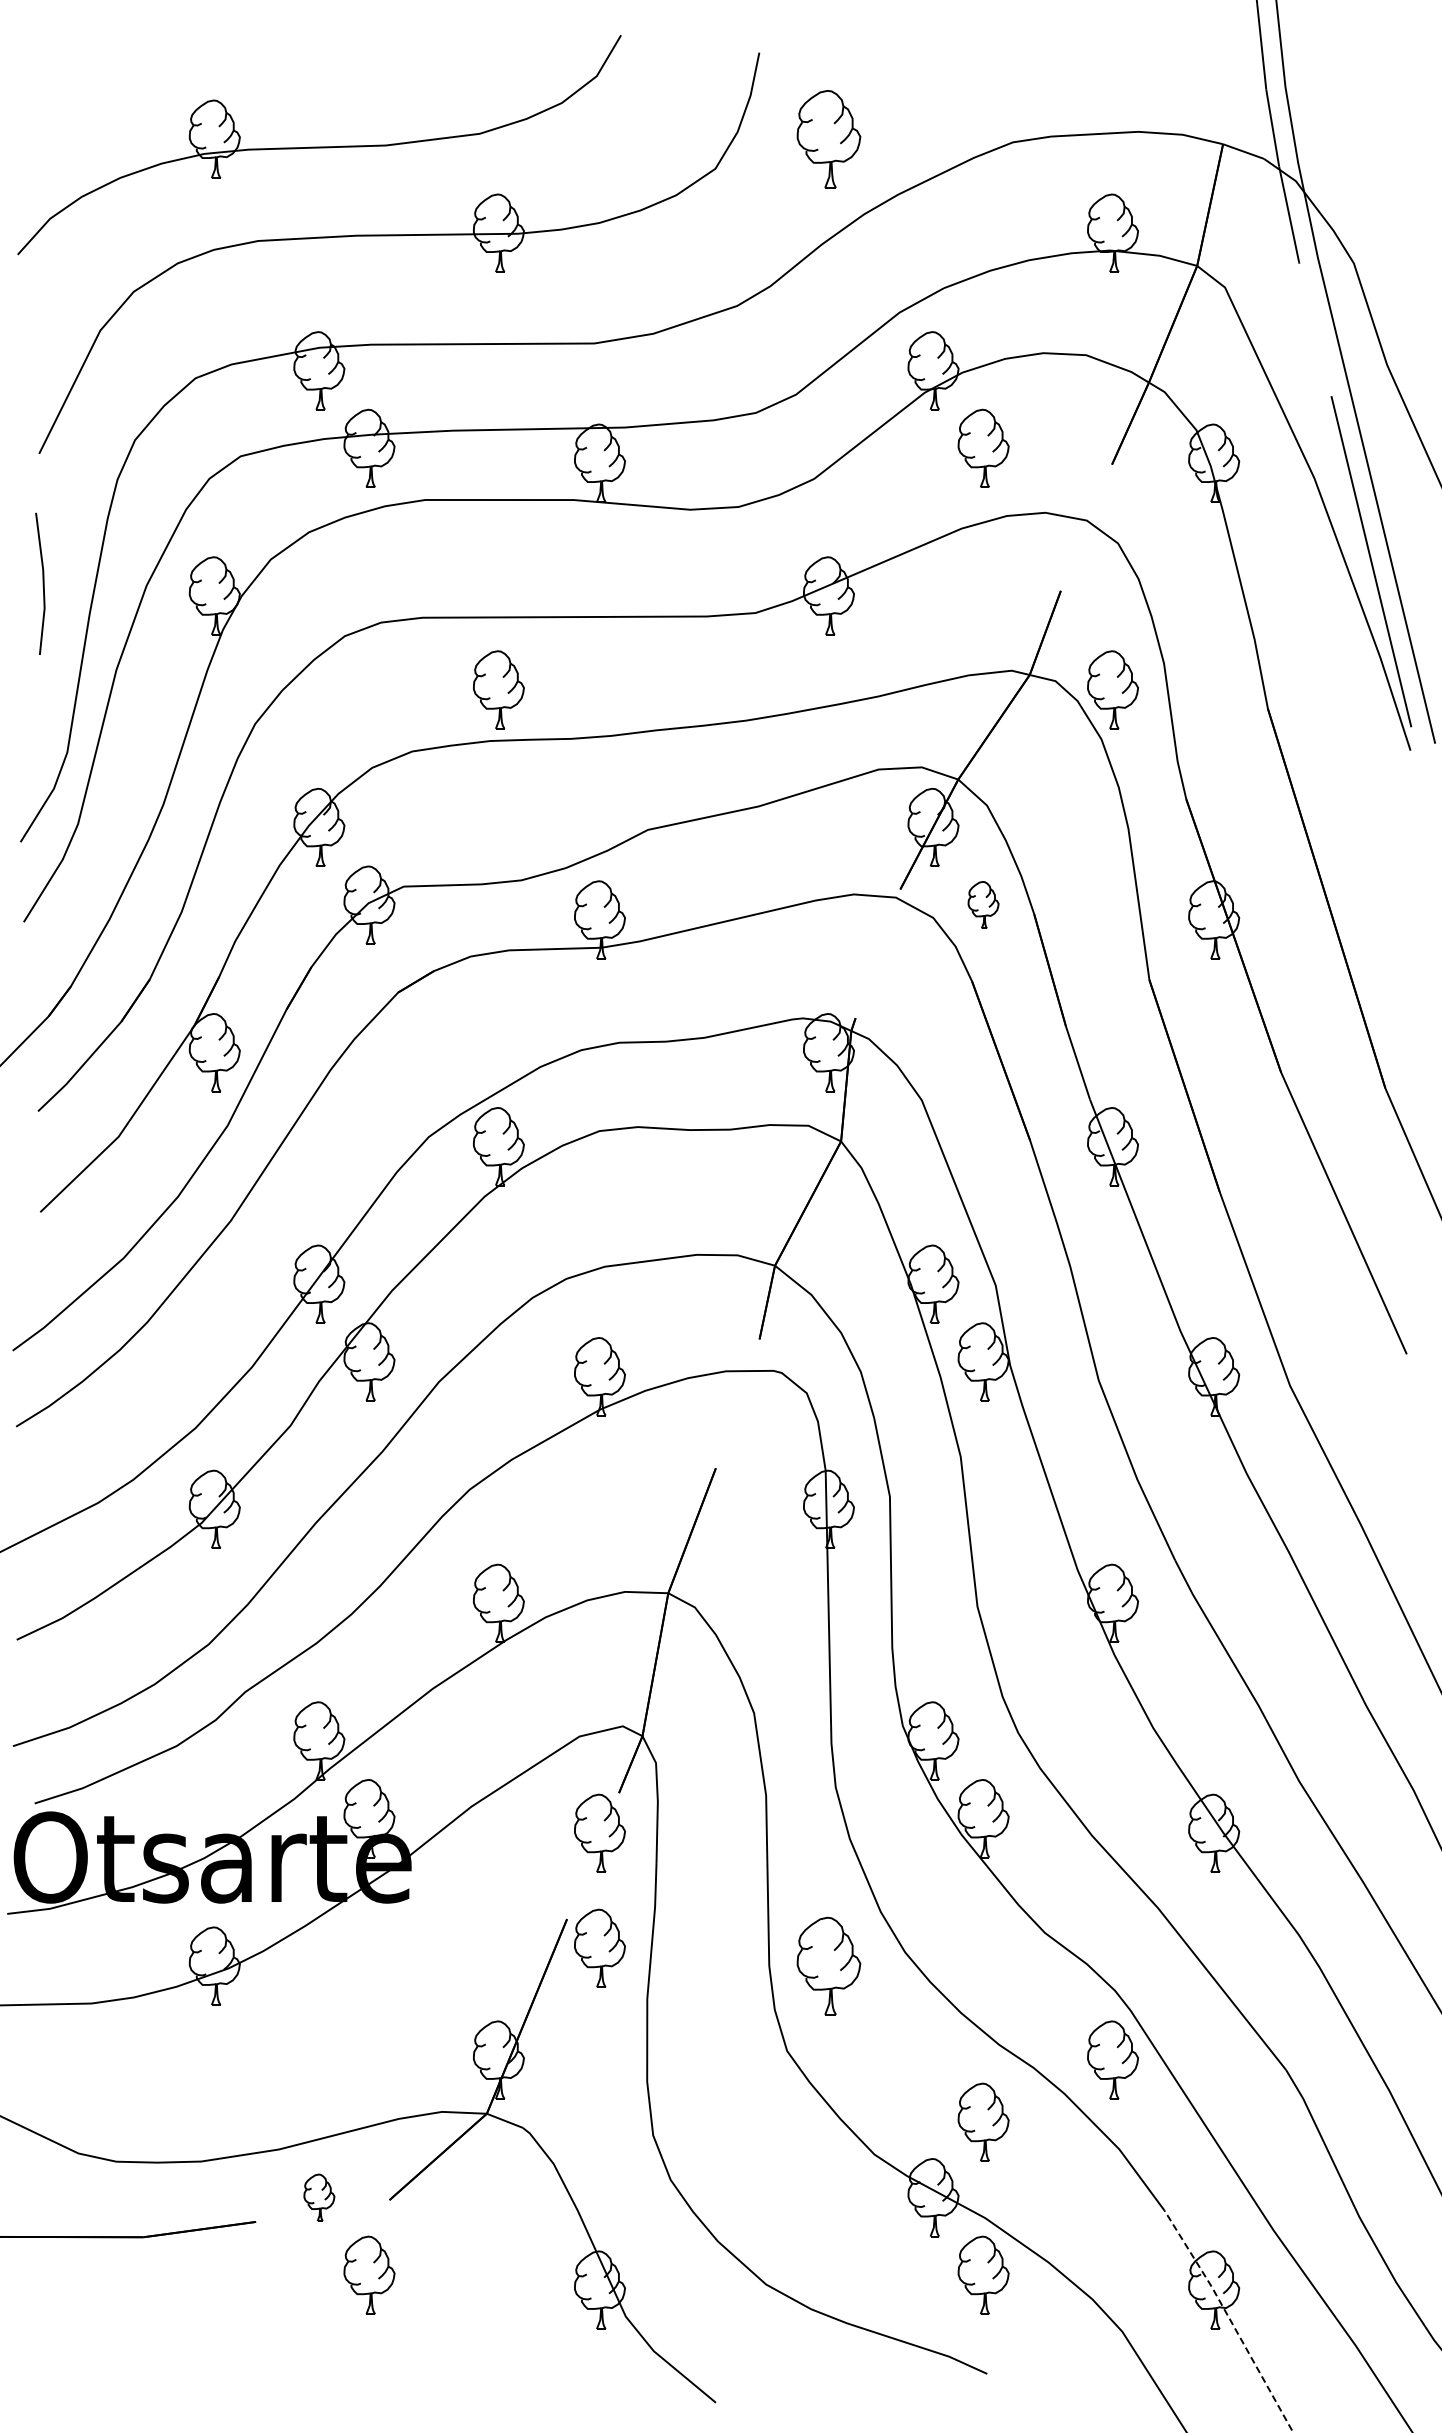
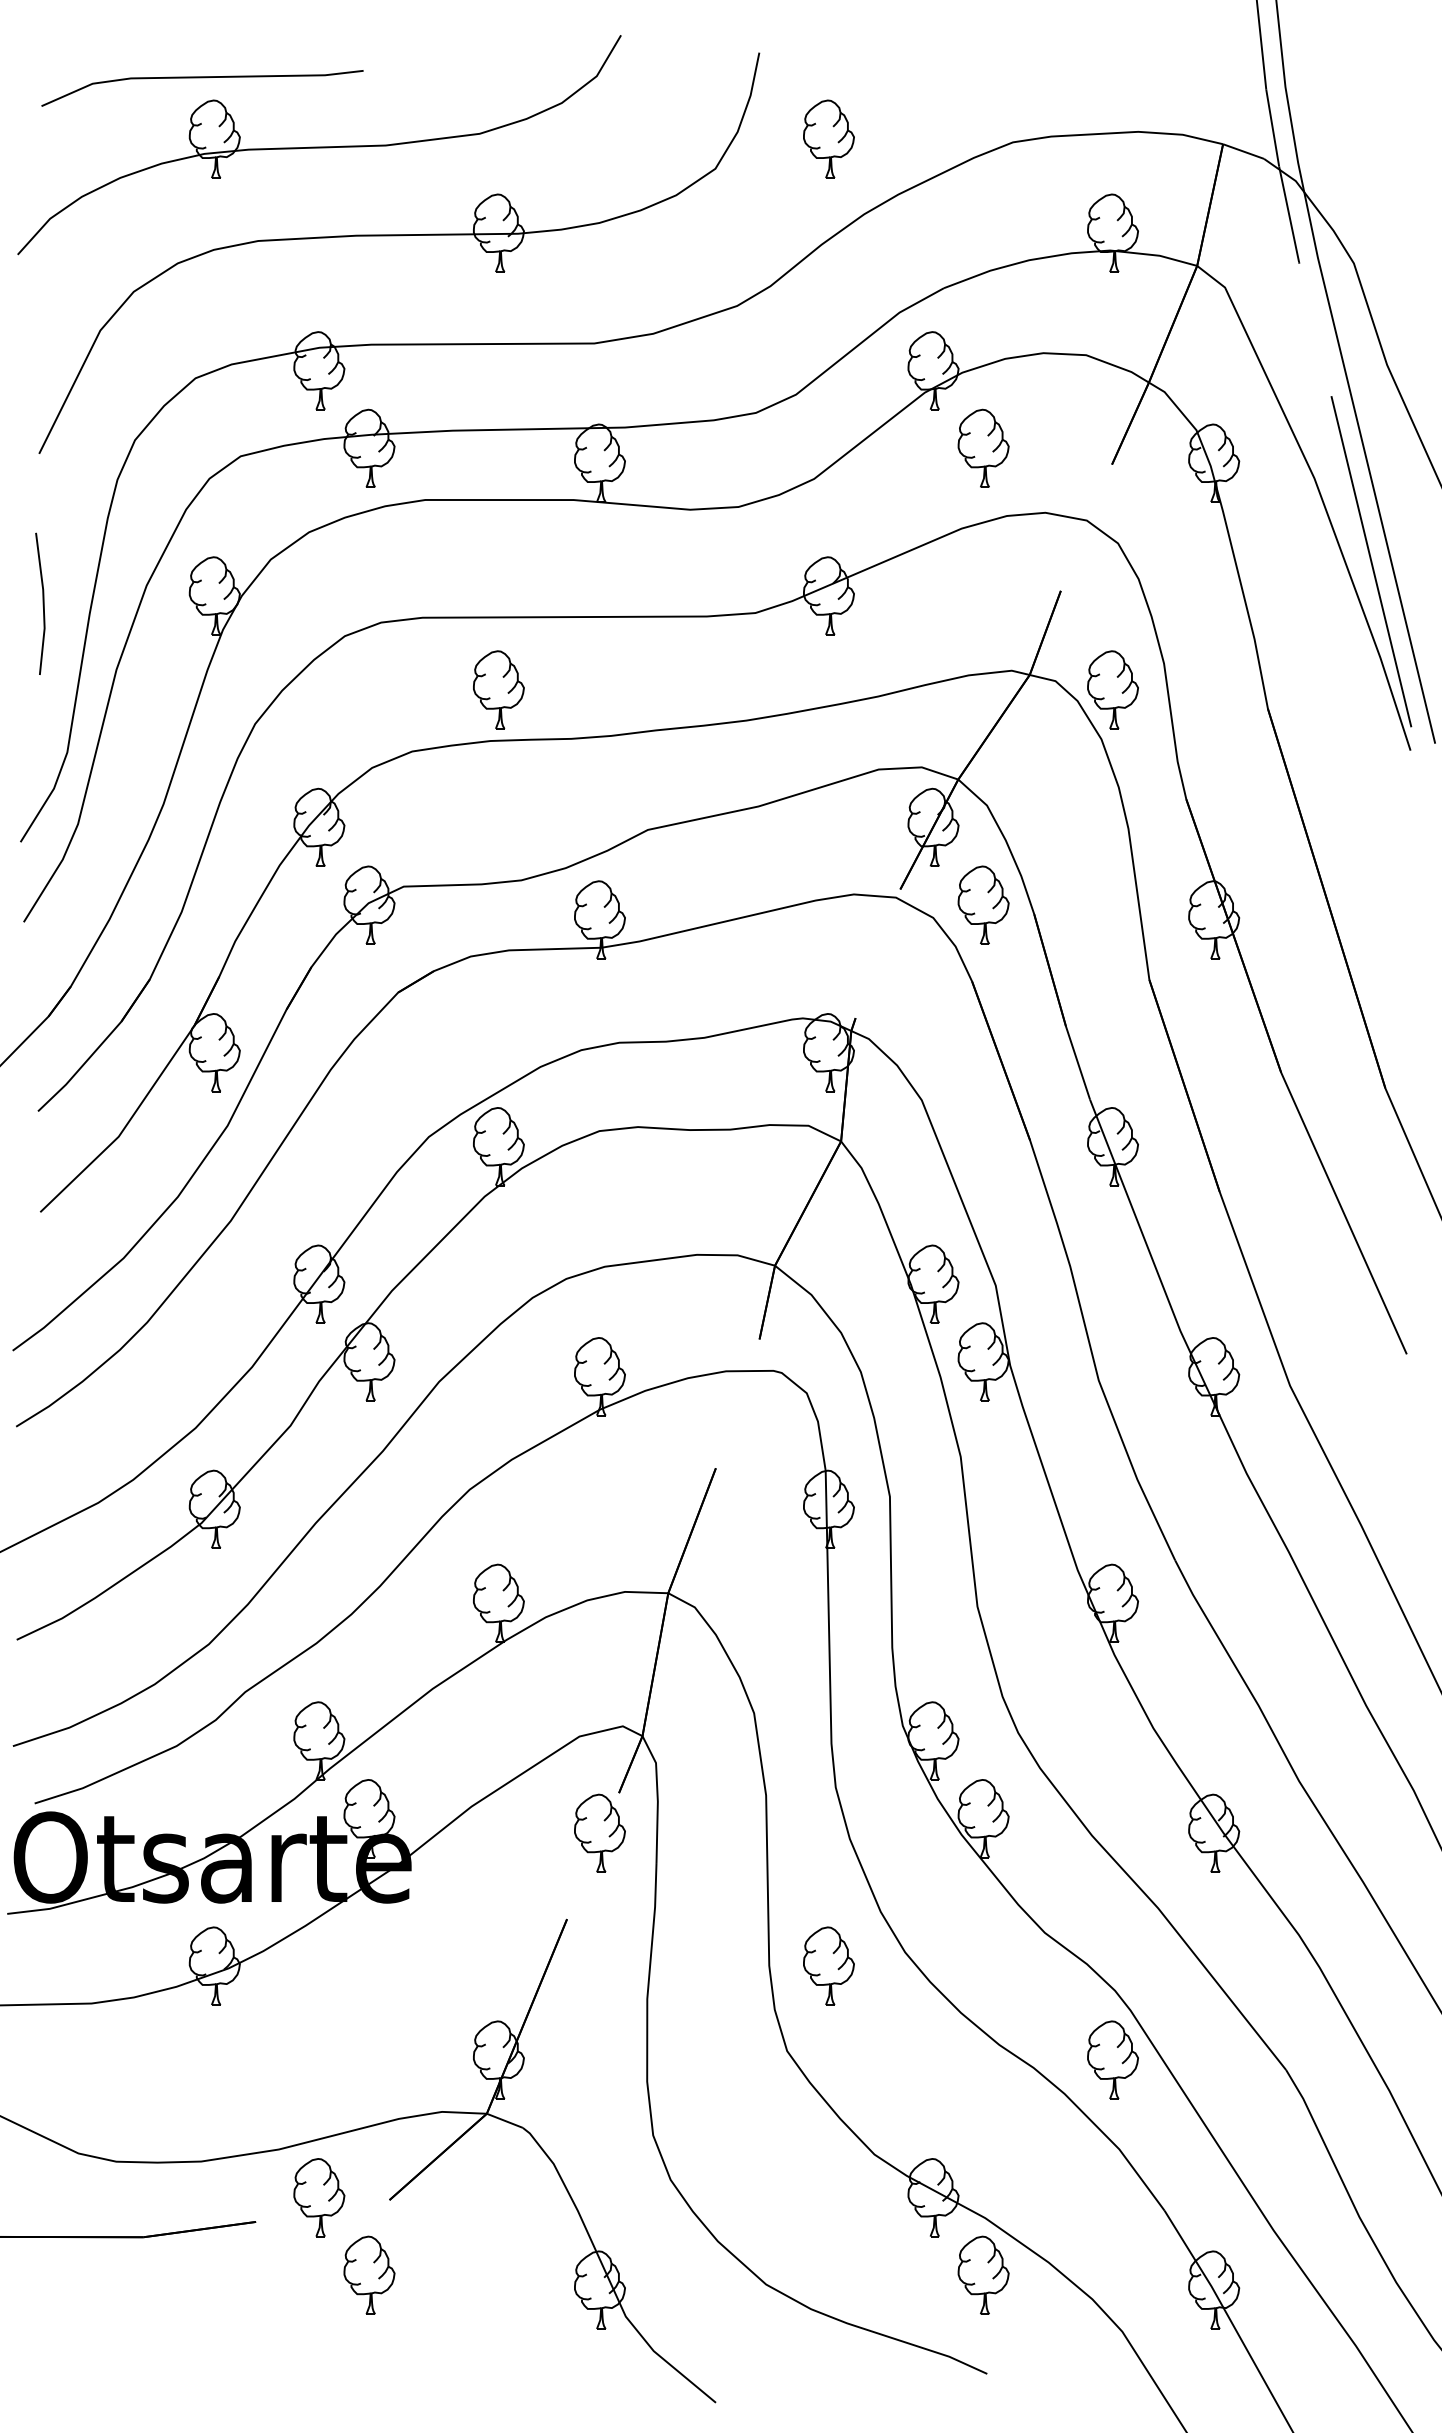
line at (202, 78): none -> present
part at (828, 139) size: 66x99 px -> 52x80 px
line at (42, 583) position: (42, 583) -> (42, 603)
part at (983, 904) size: 33x48 px -> 53x80 px
part at (599, 1947): present -> none
part at (828, 1965) size: 66x100 px -> 52x80 px
part at (983, 2121): present -> none
part at (319, 2197) size: 33x49 px -> 53x80 px
line at (1230, 2319): dashed -> solid
